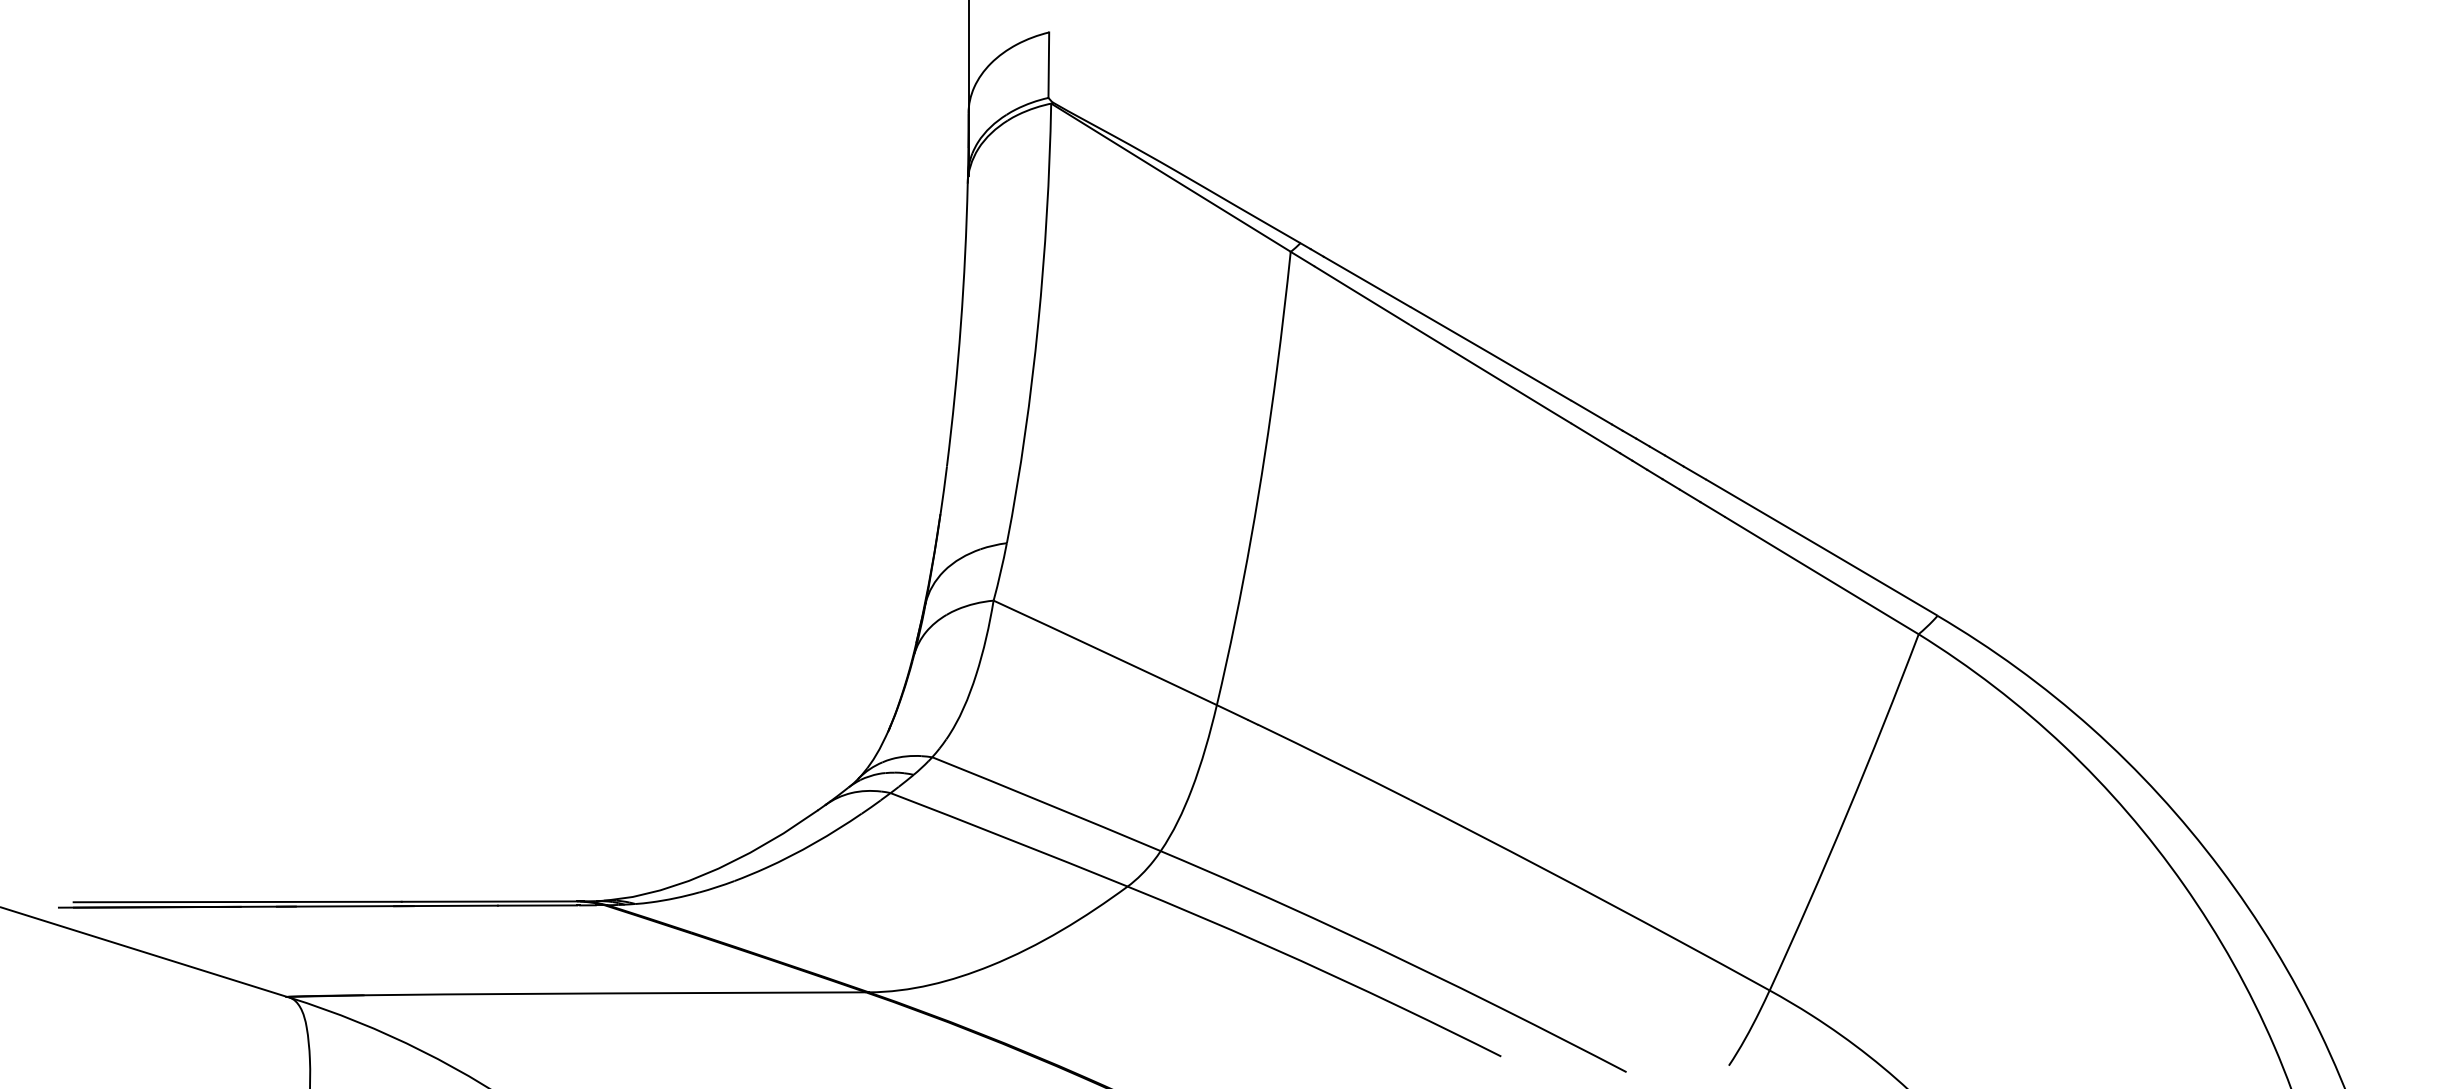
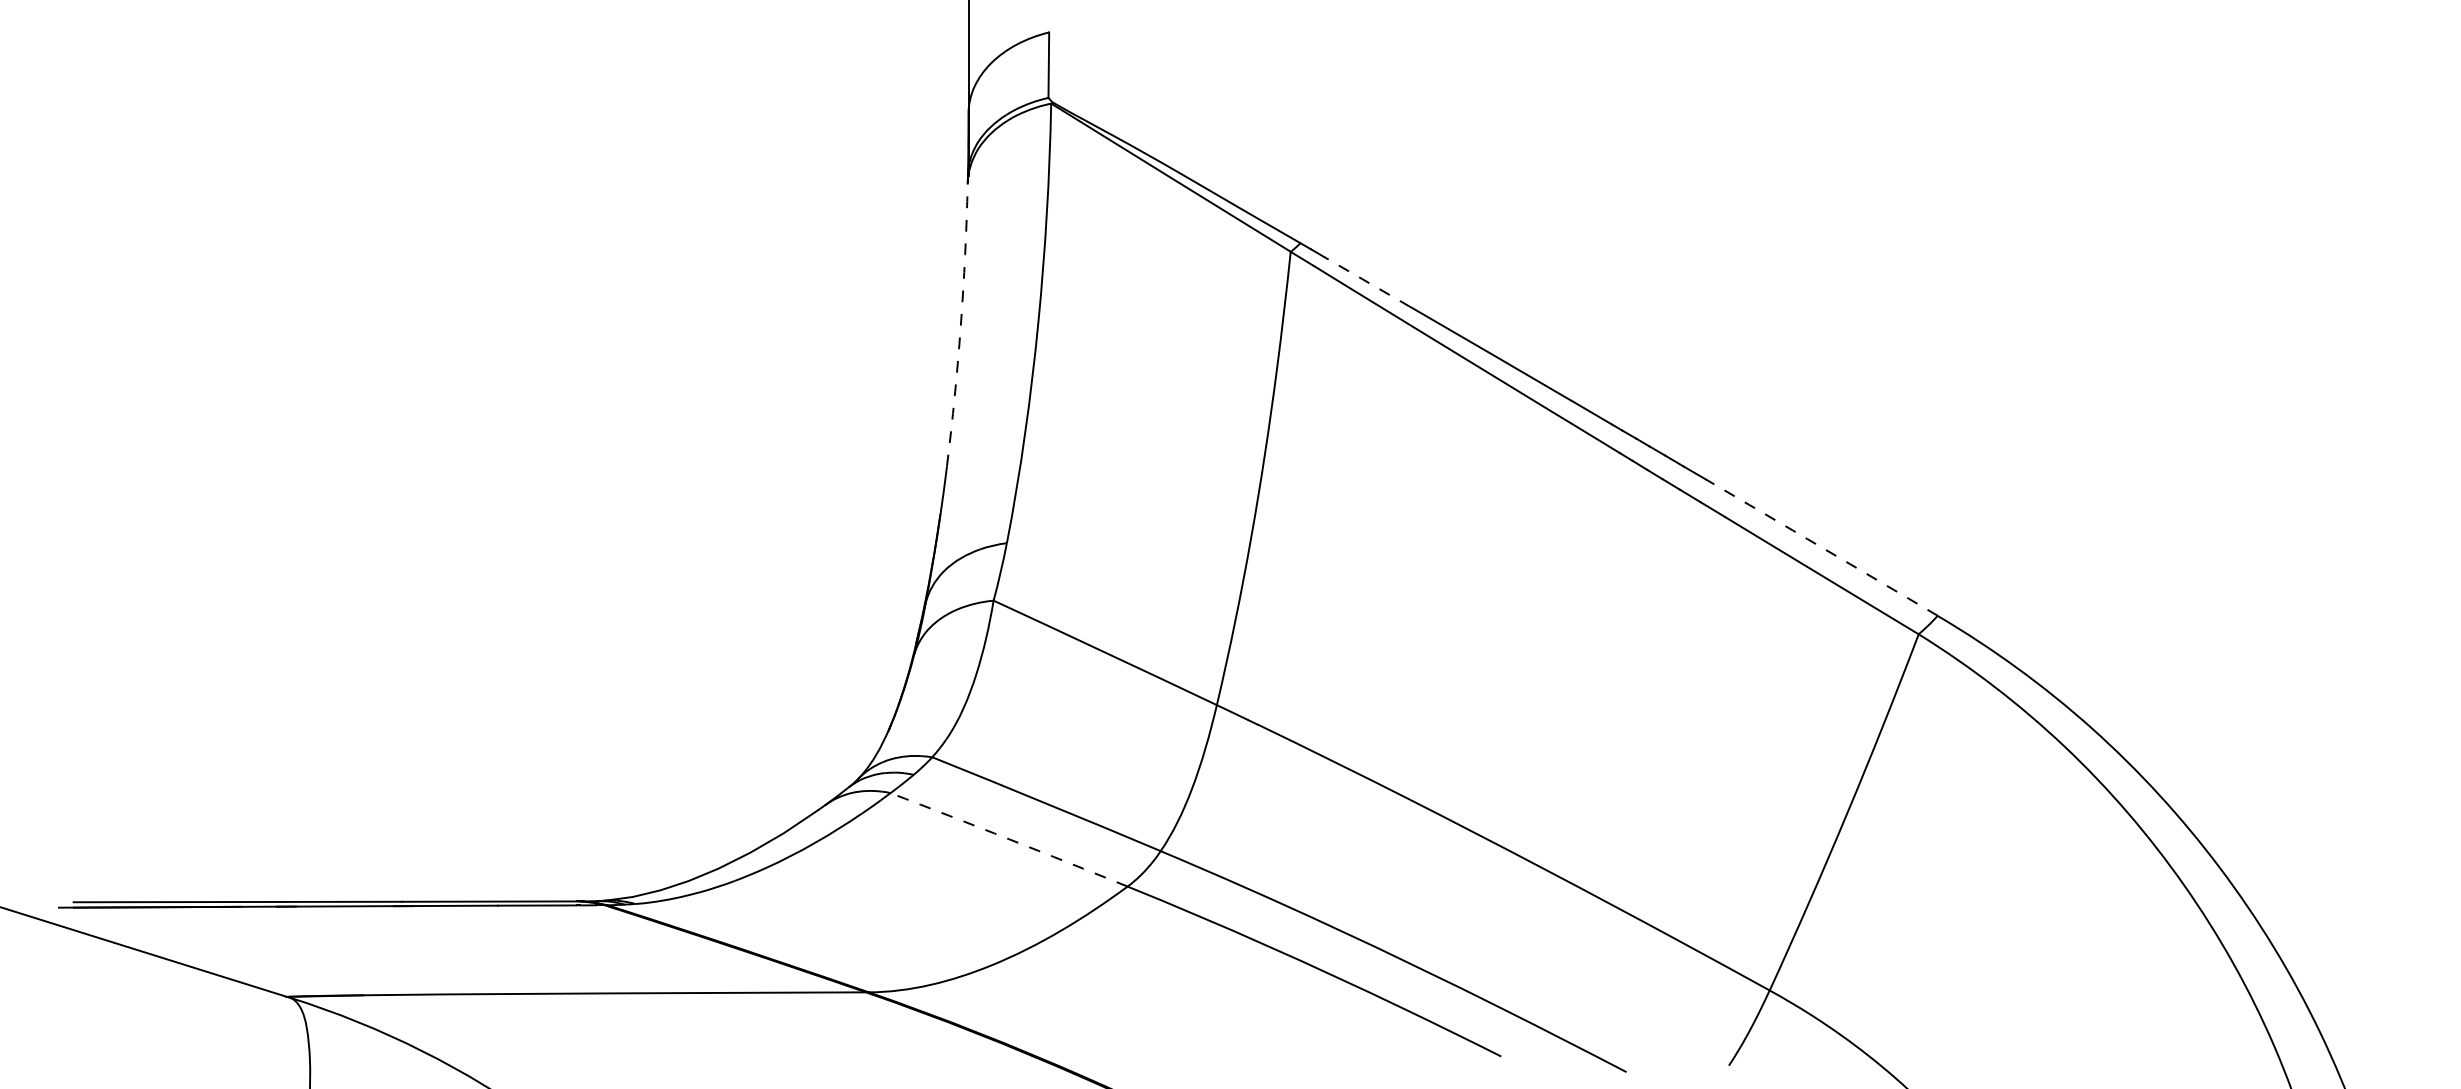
line at (1366, 281): solid -> dashed
arc at (960, 325): solid -> dashed
arc at (1821, 547): solid -> dashed
arc at (1009, 839): solid -> dashed
